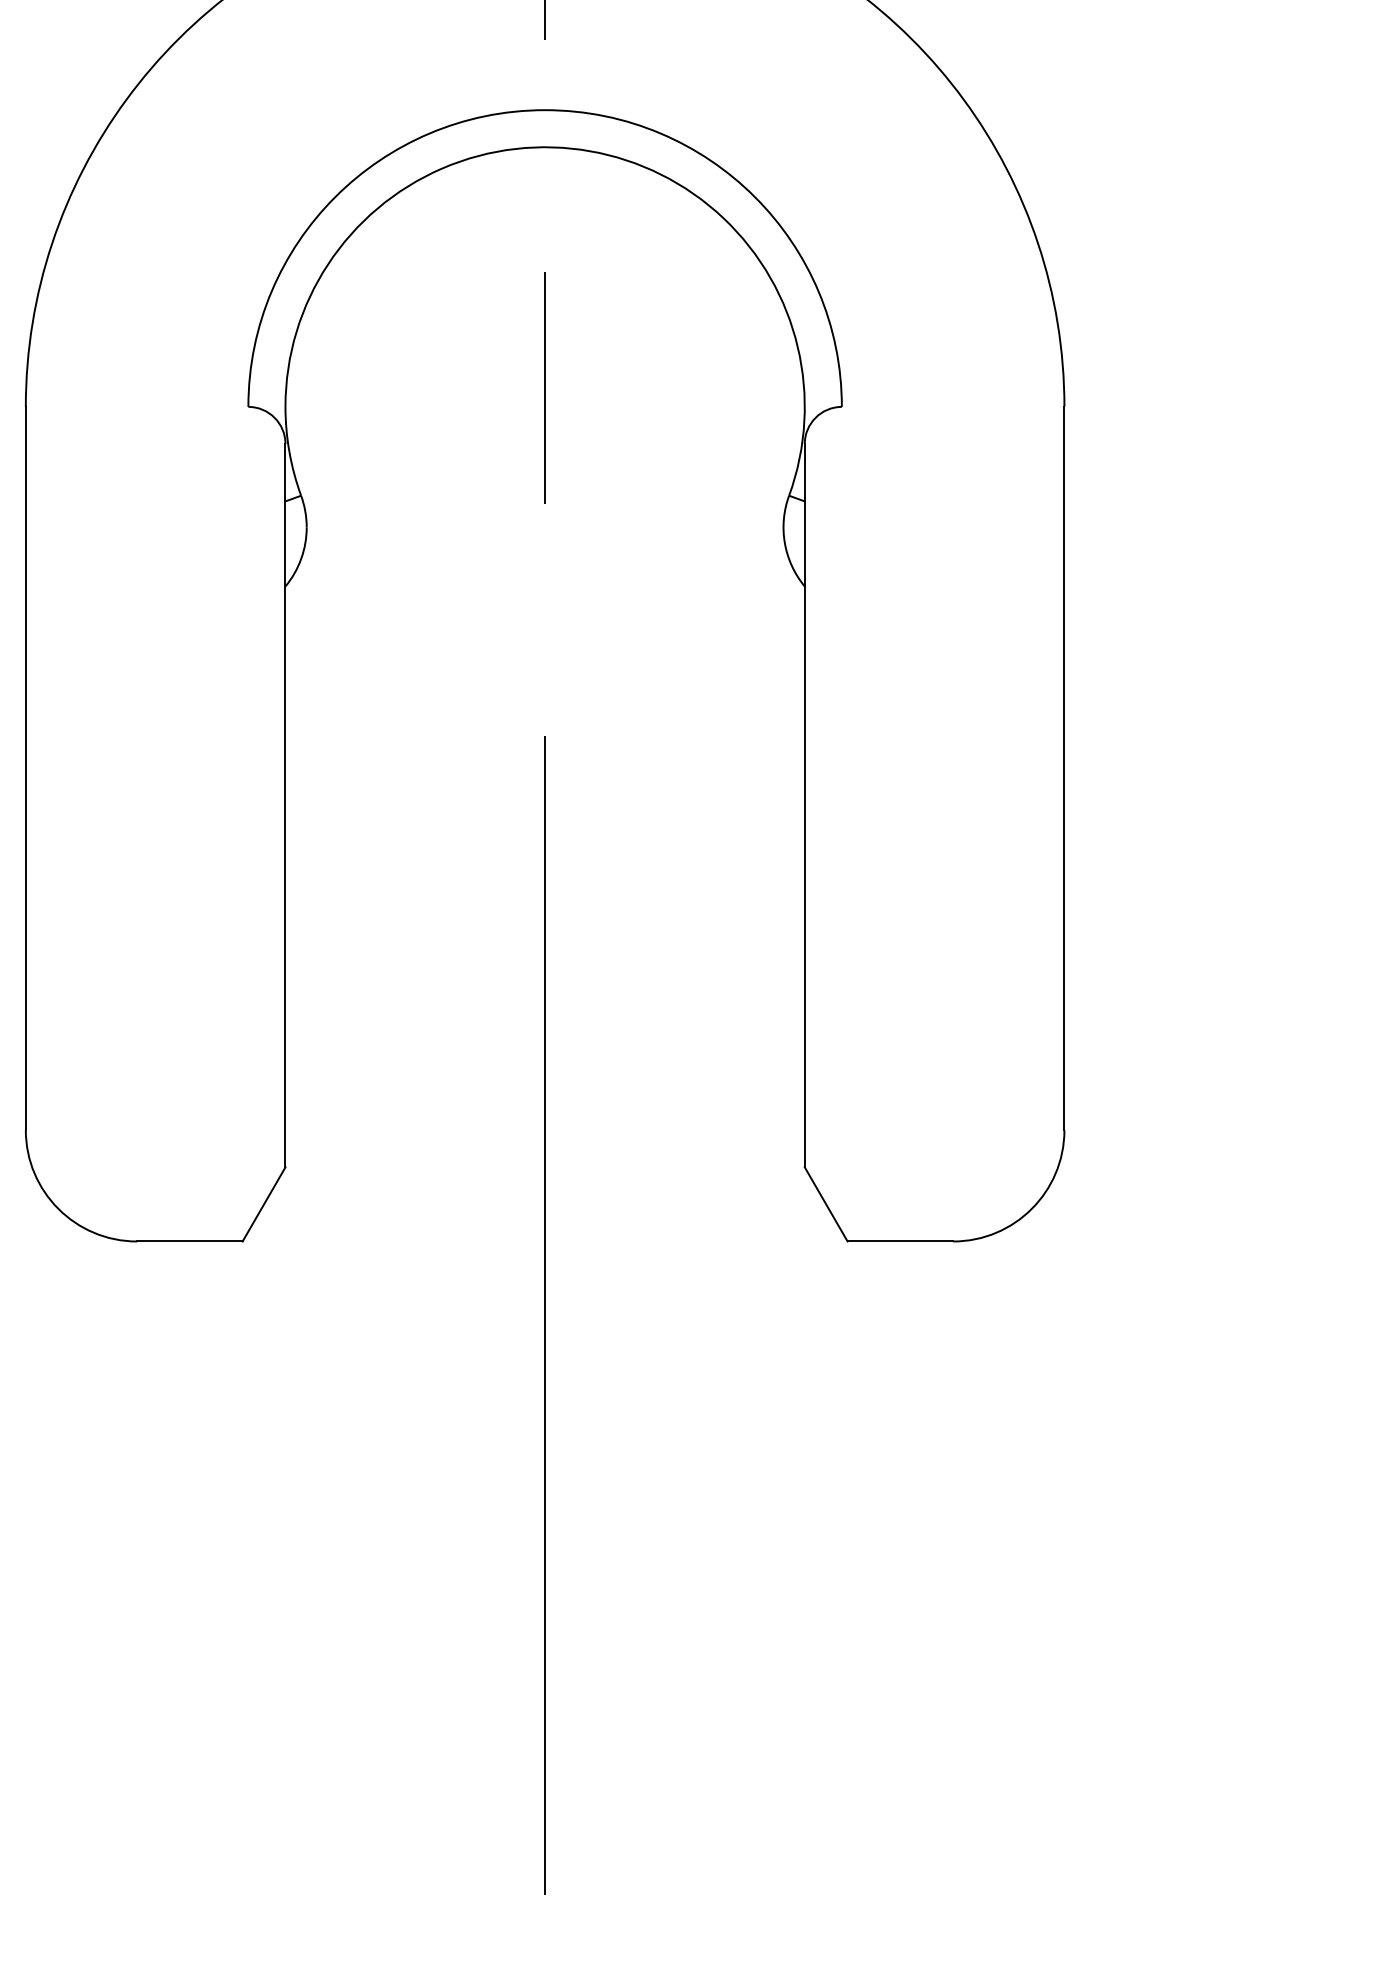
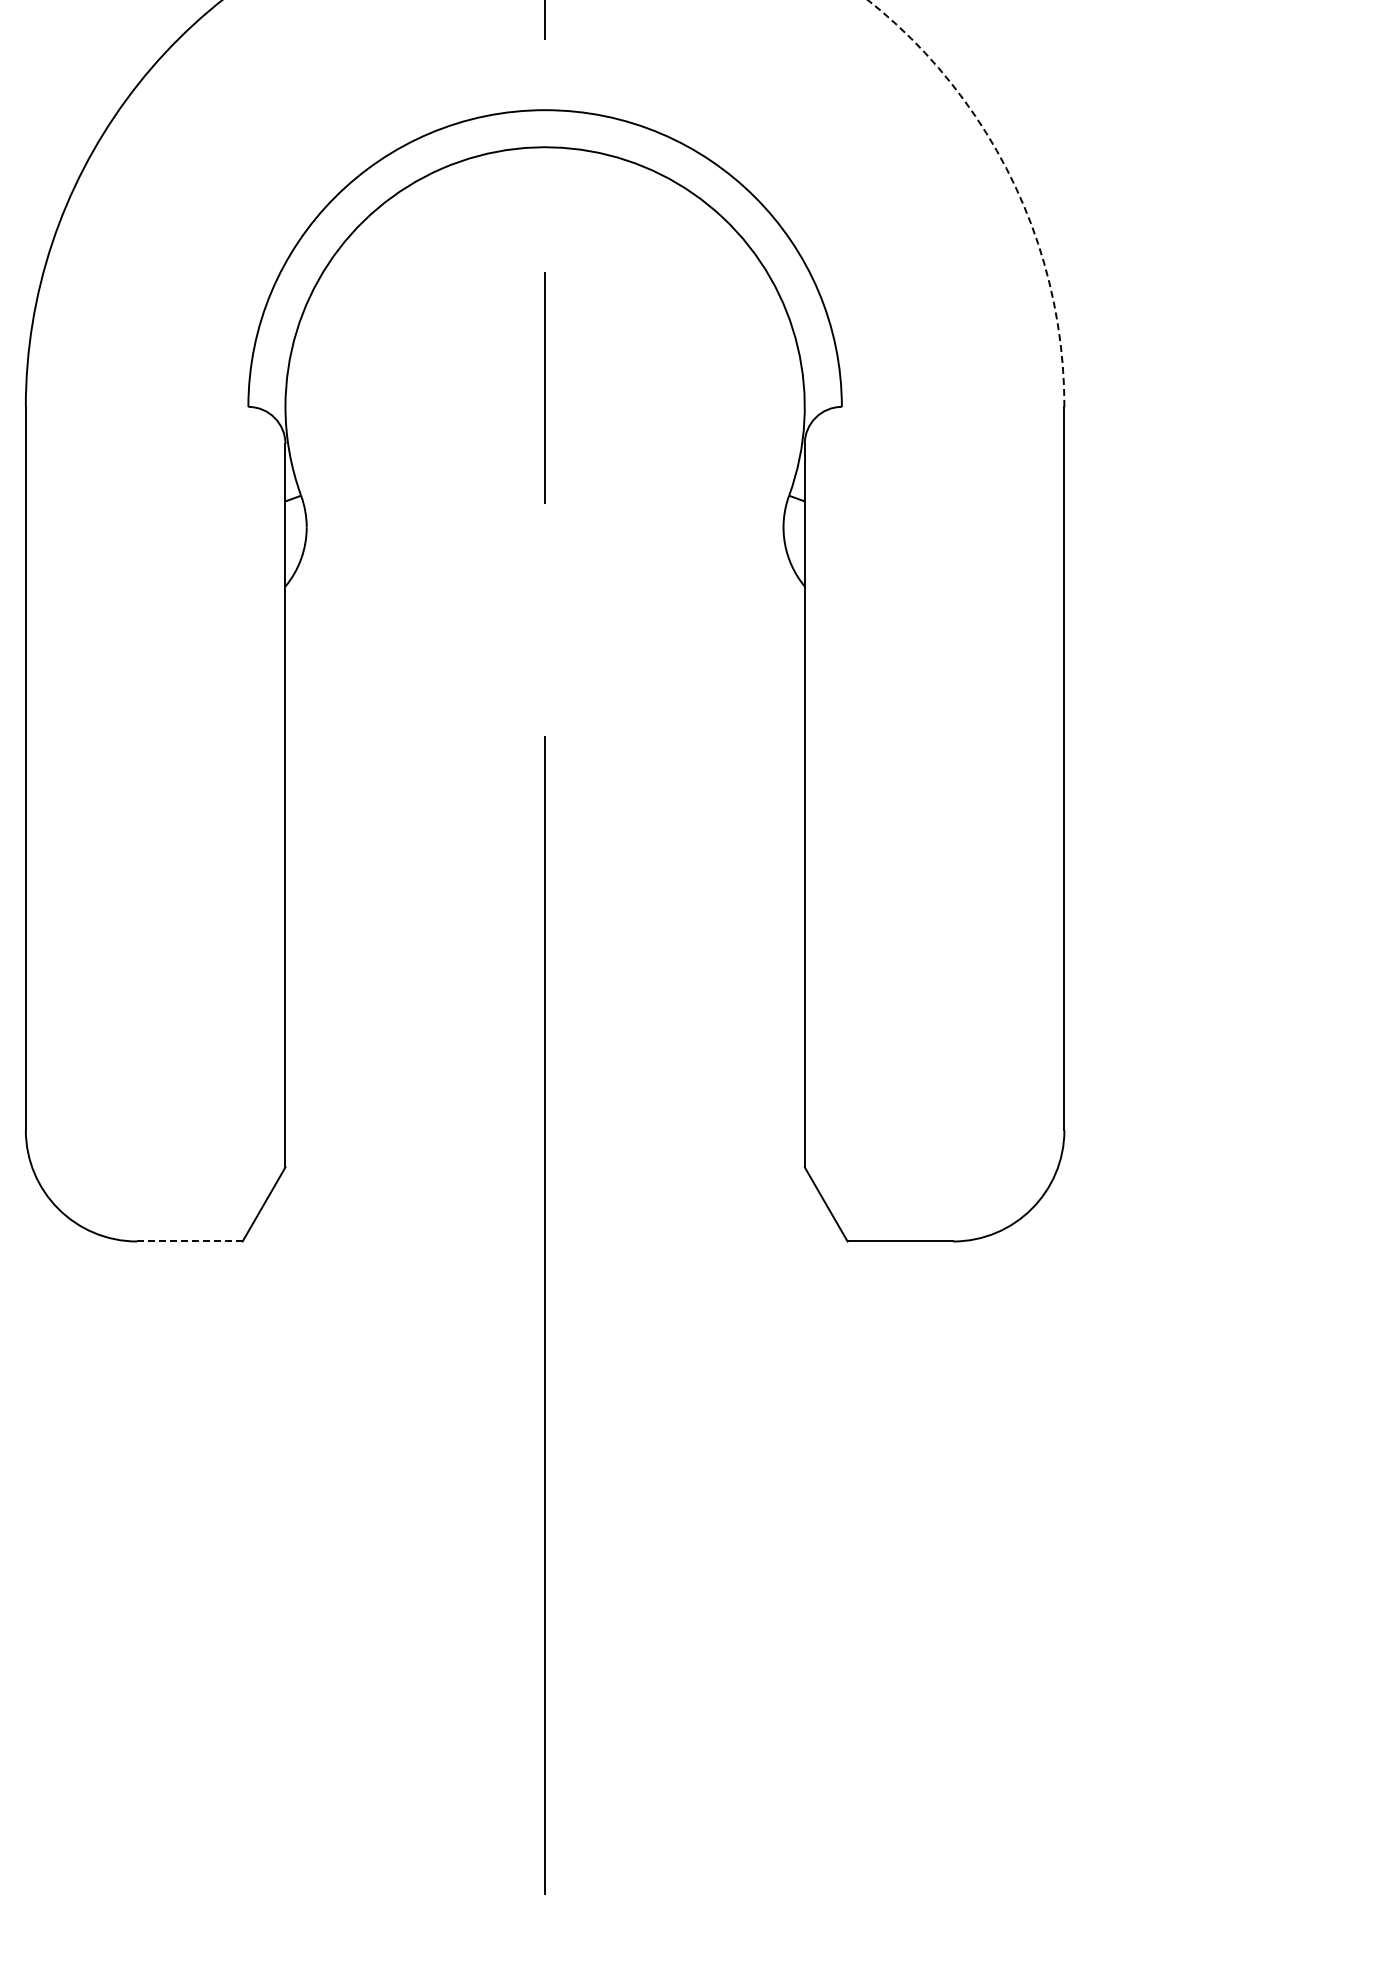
arc at (1012, 179): solid -> dashed
line at (189, 1241): solid -> dashed
